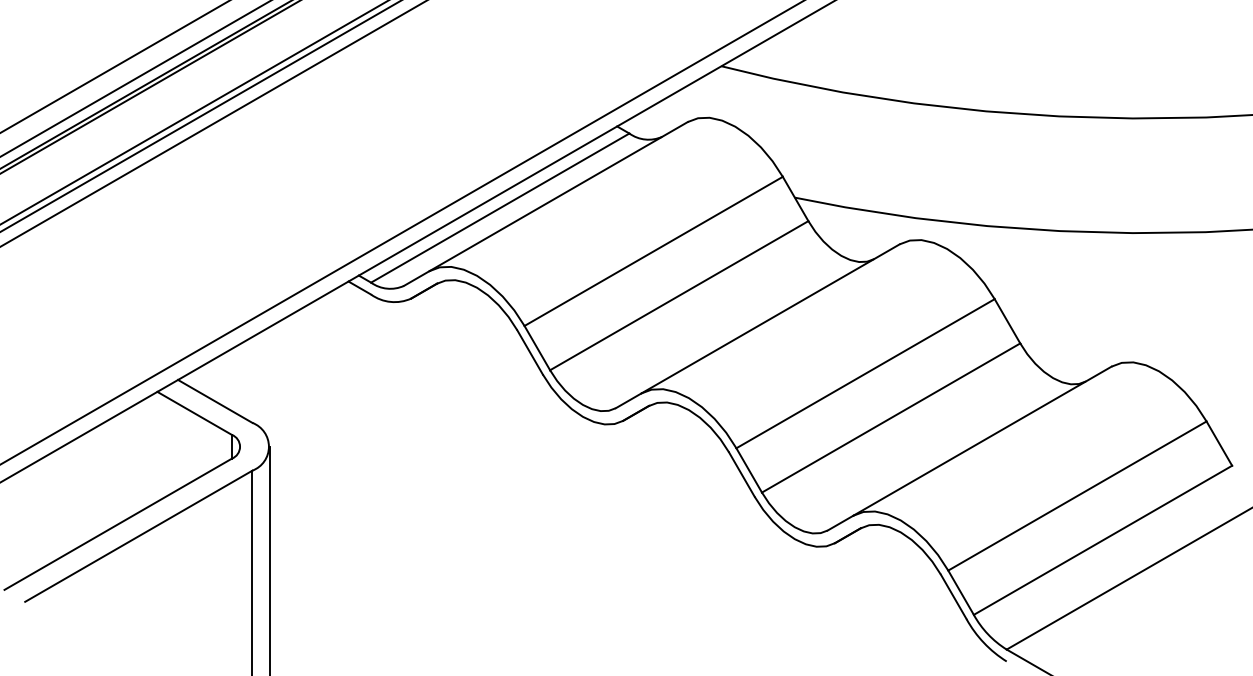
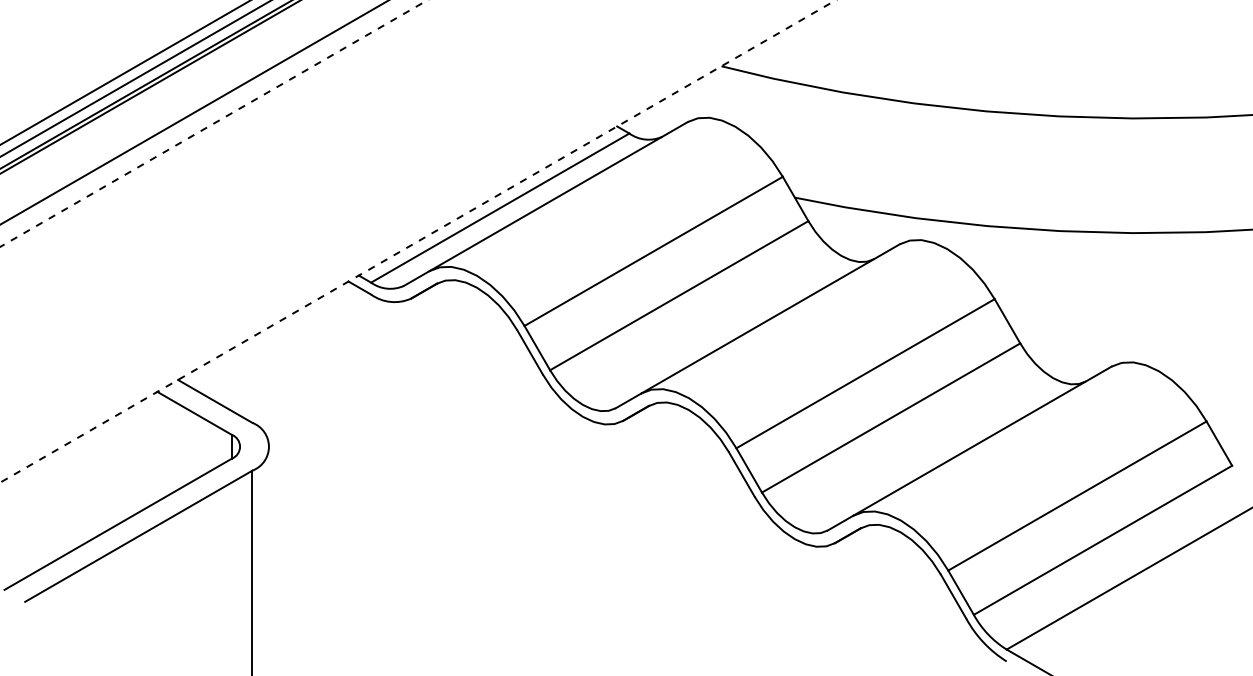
line at (114, 66) position: (114, 66) -> (124, 72)
line at (200, 116): present -> none
line at (214, 123): solid -> dashed
line at (401, 232): present -> none
line at (418, 240): solid -> dashed
line at (269, 559): present -> none
